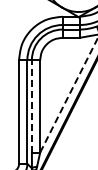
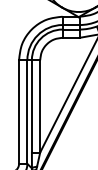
line at (68, 95): dashed -> solid
line at (31, 105): dashed -> solid
